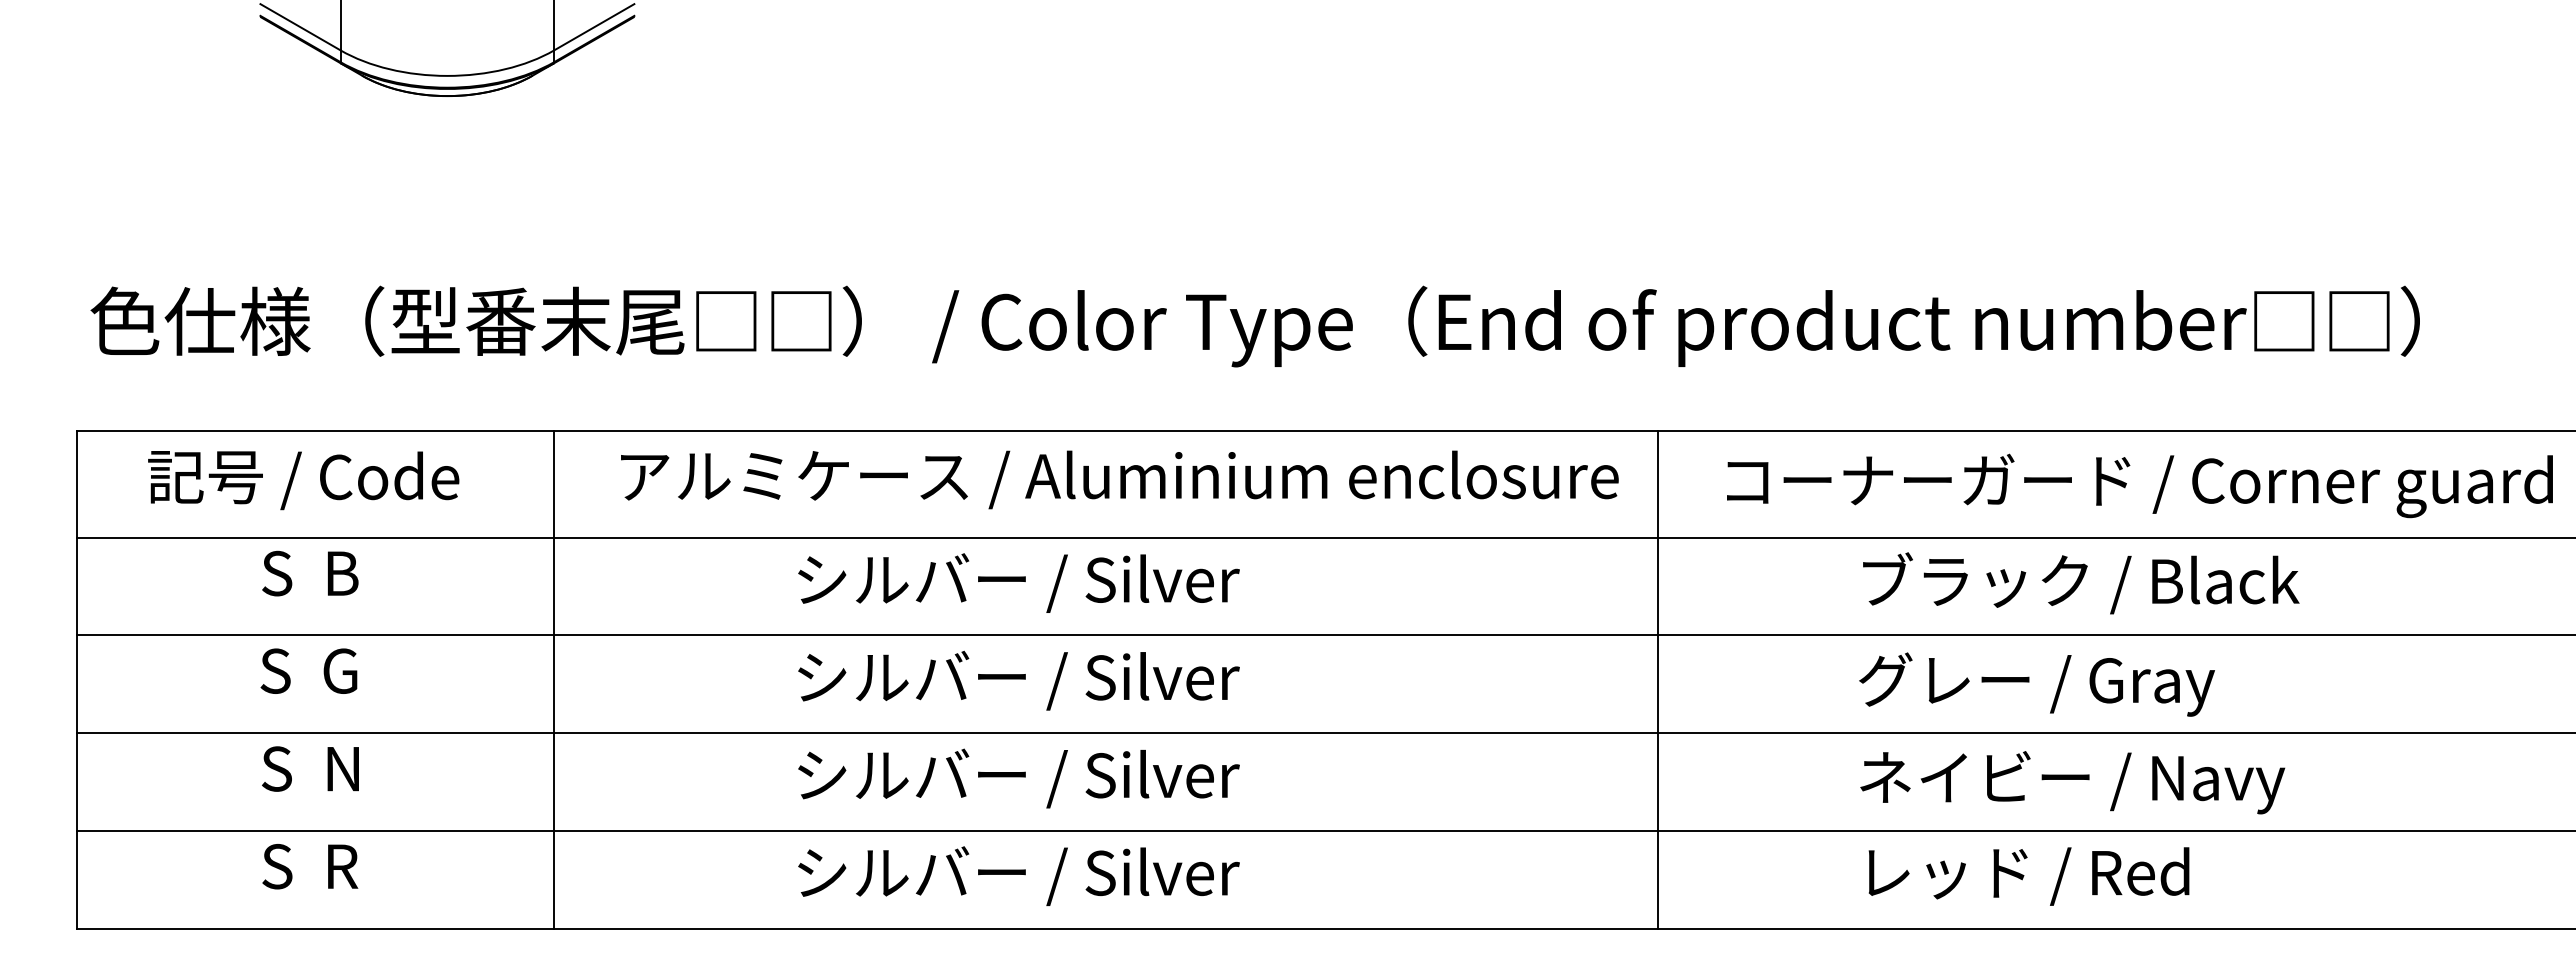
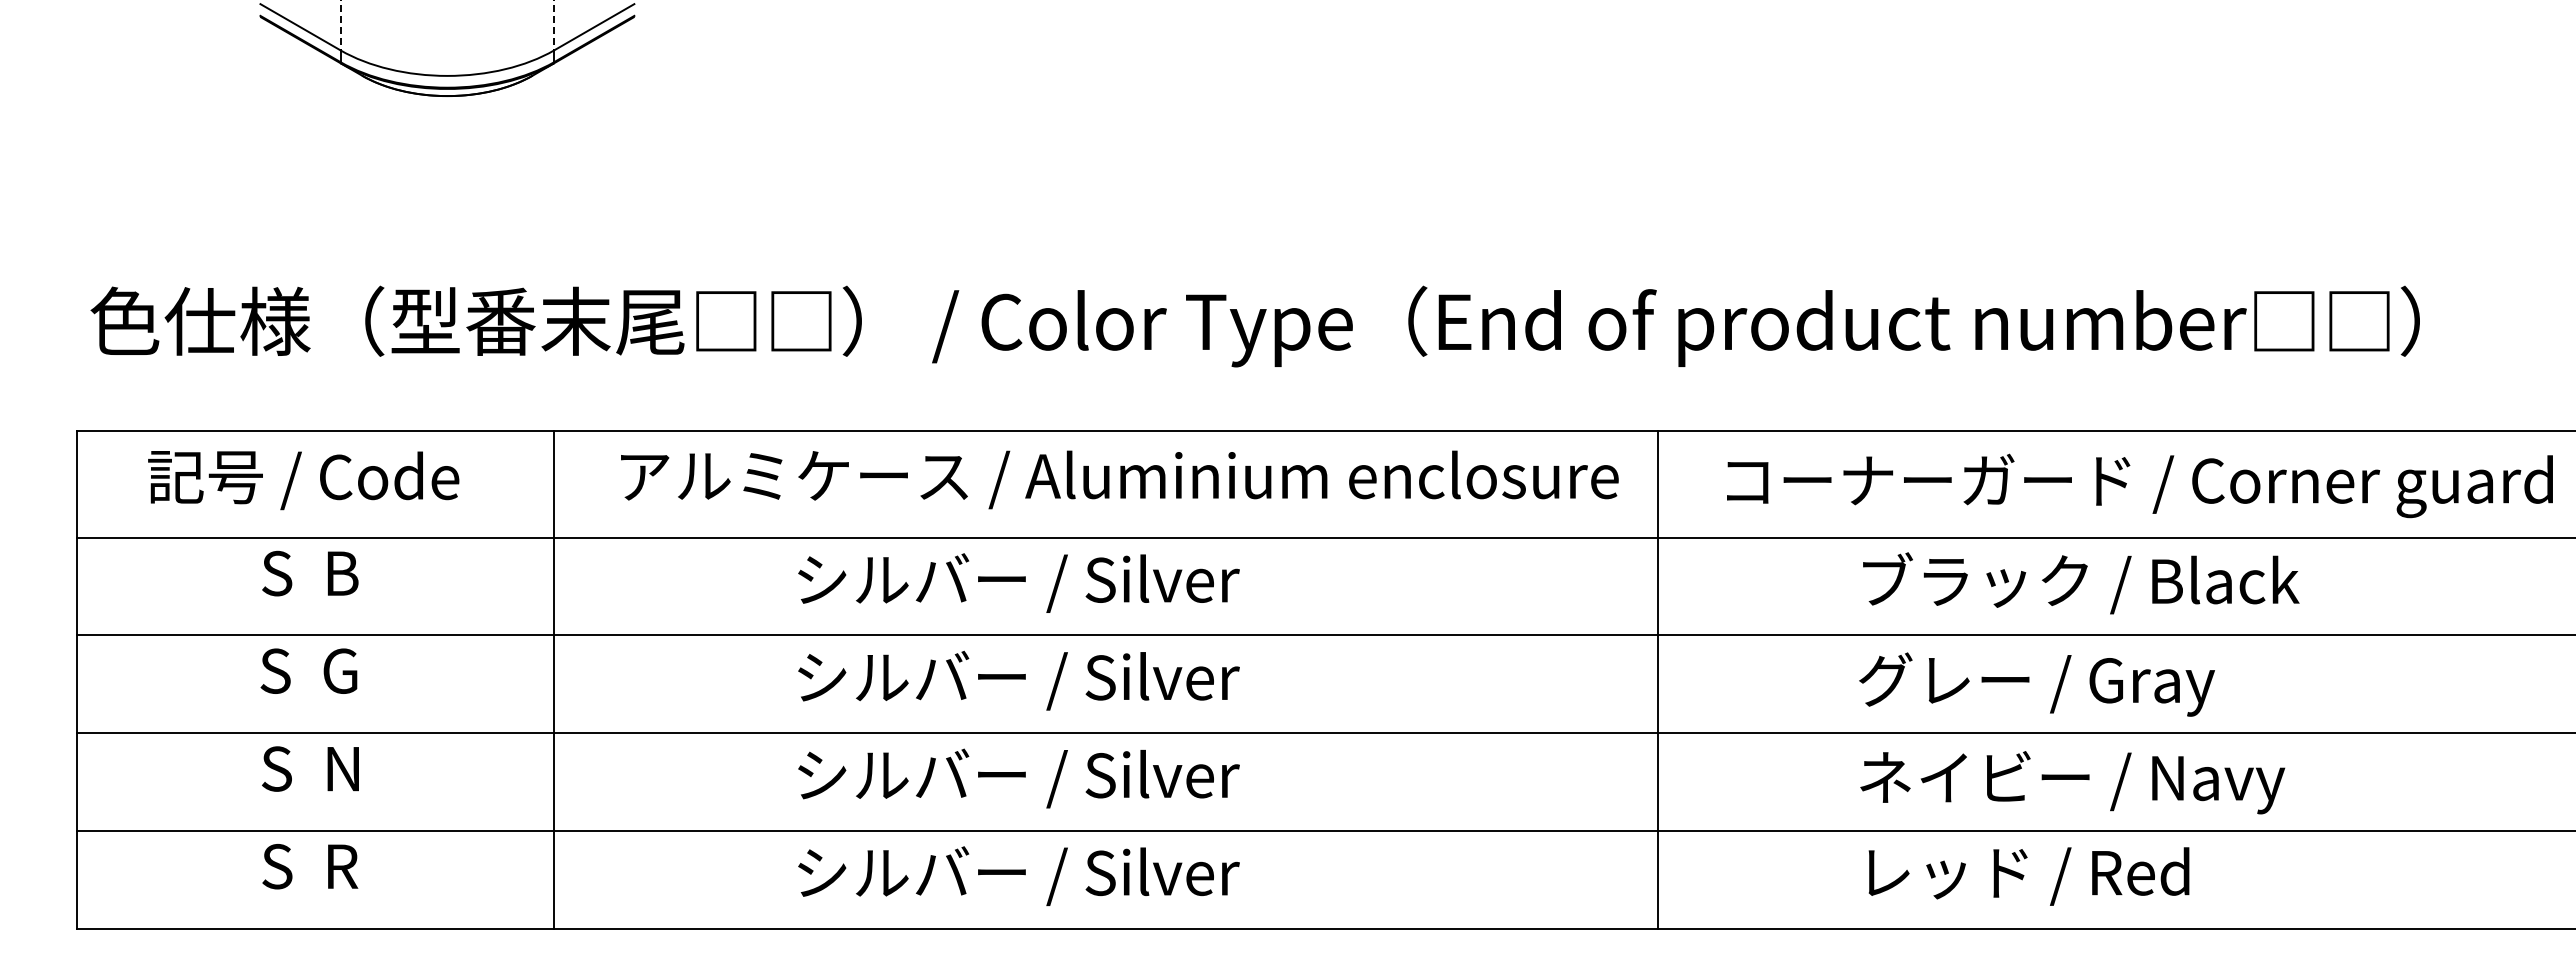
line at (340, 25): solid -> dashed
line at (554, 25): solid -> dashed
